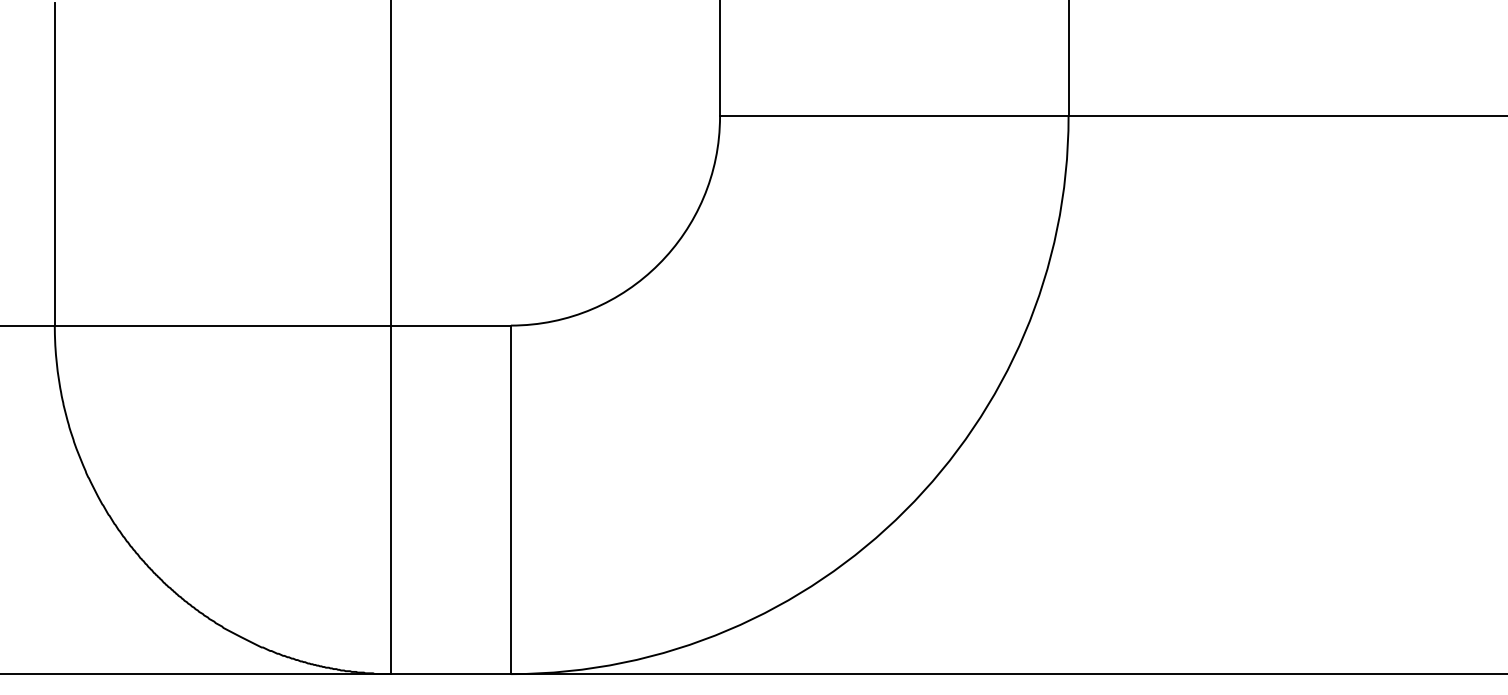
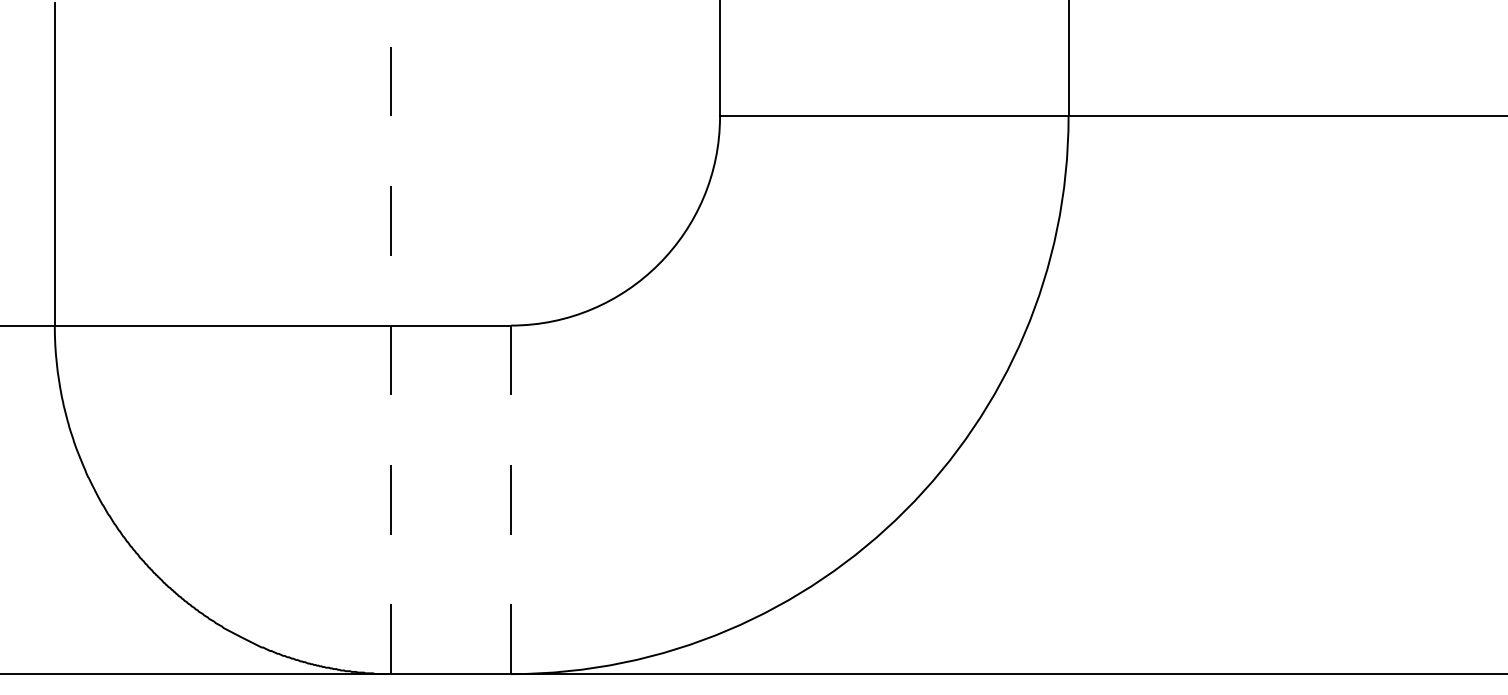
line at (391, 337): solid -> dashed
line at (510, 500): solid -> dashed
